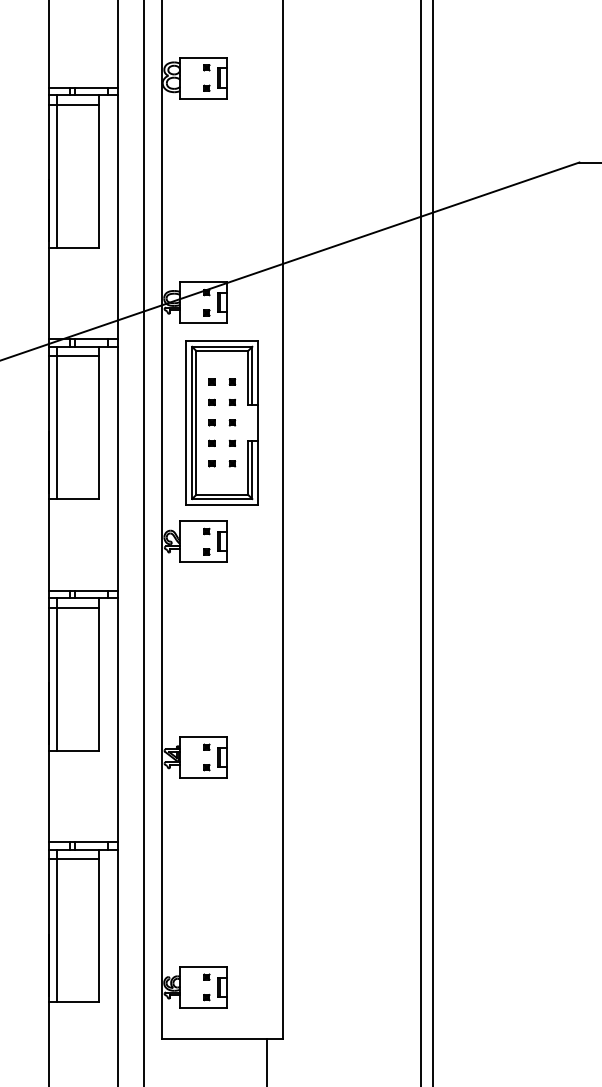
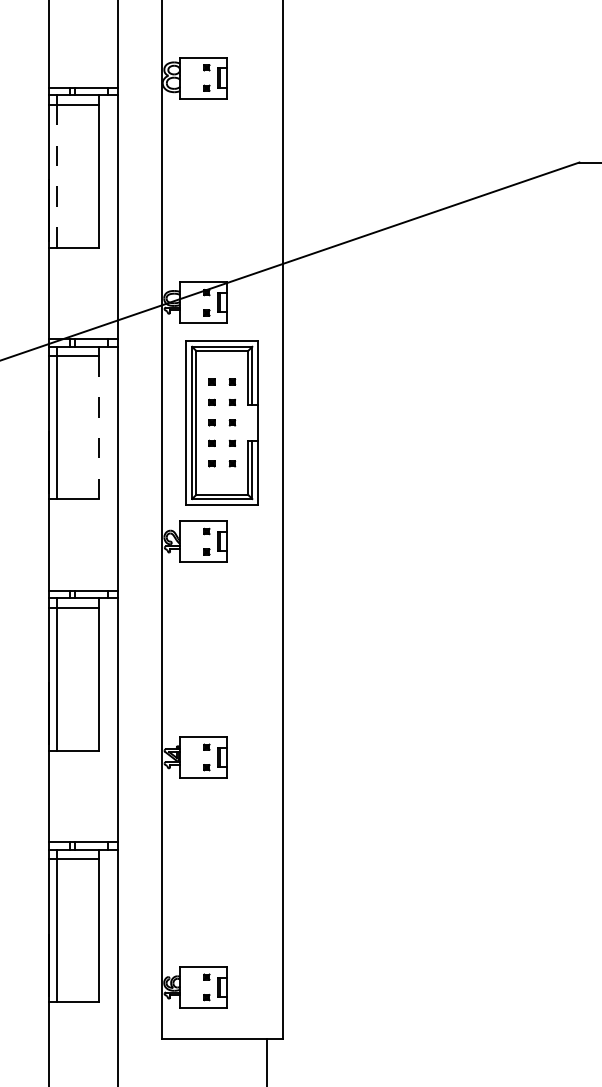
line at (56, 176): solid -> dashed
line at (98, 427): solid -> dashed
line at (143, 542): present -> none
line at (421, 542): present -> none
line at (433, 542): present -> none
